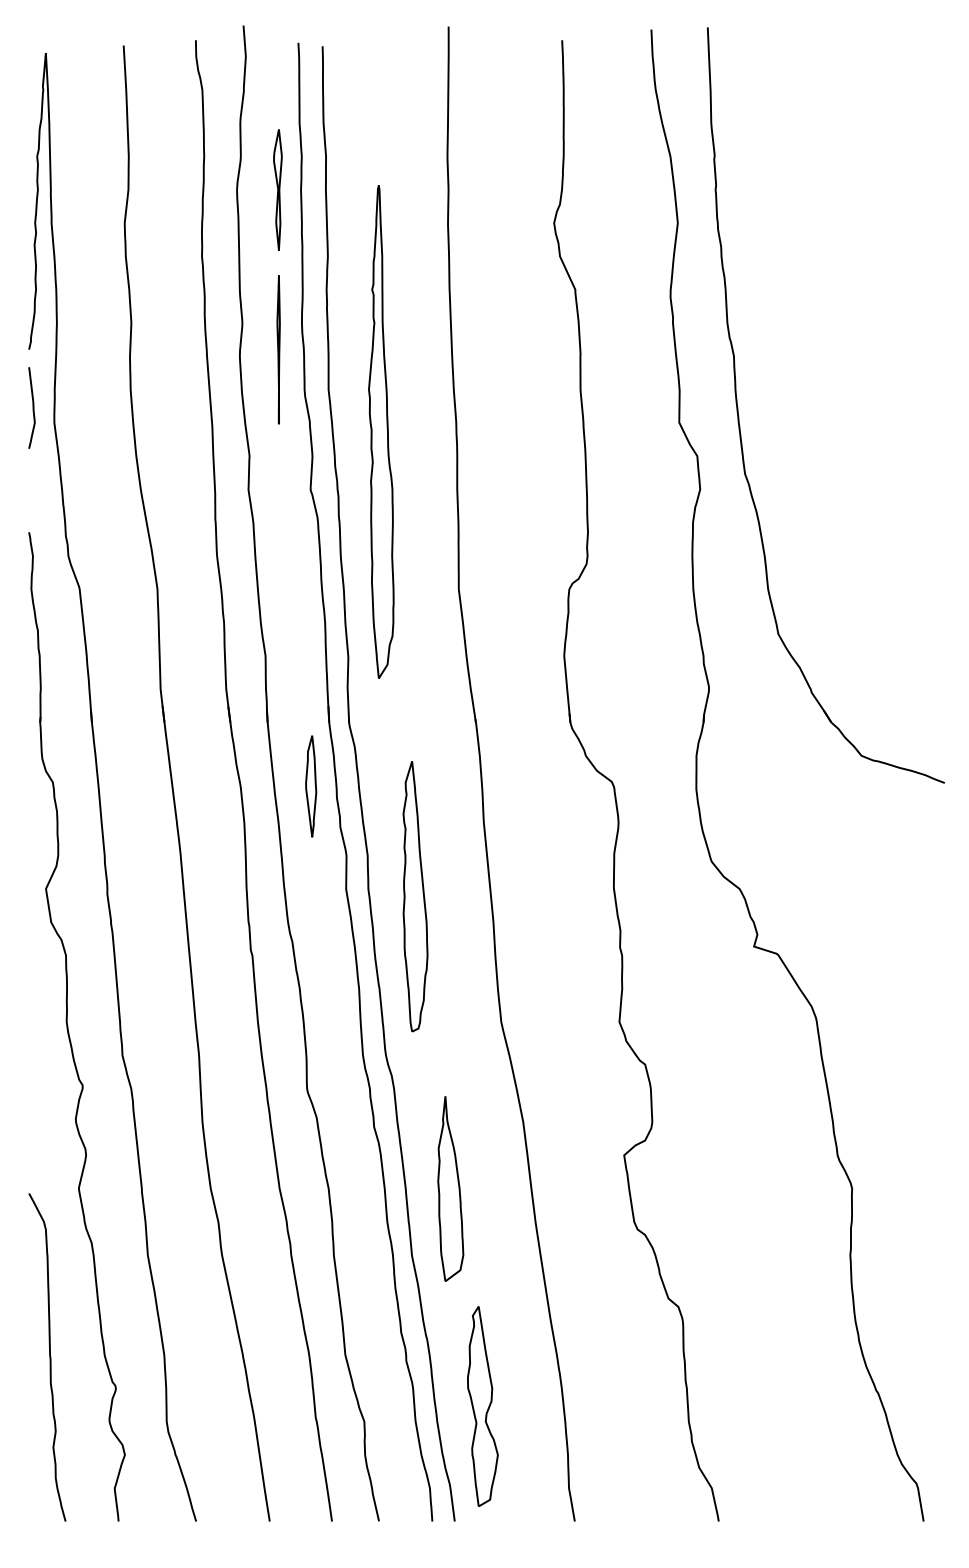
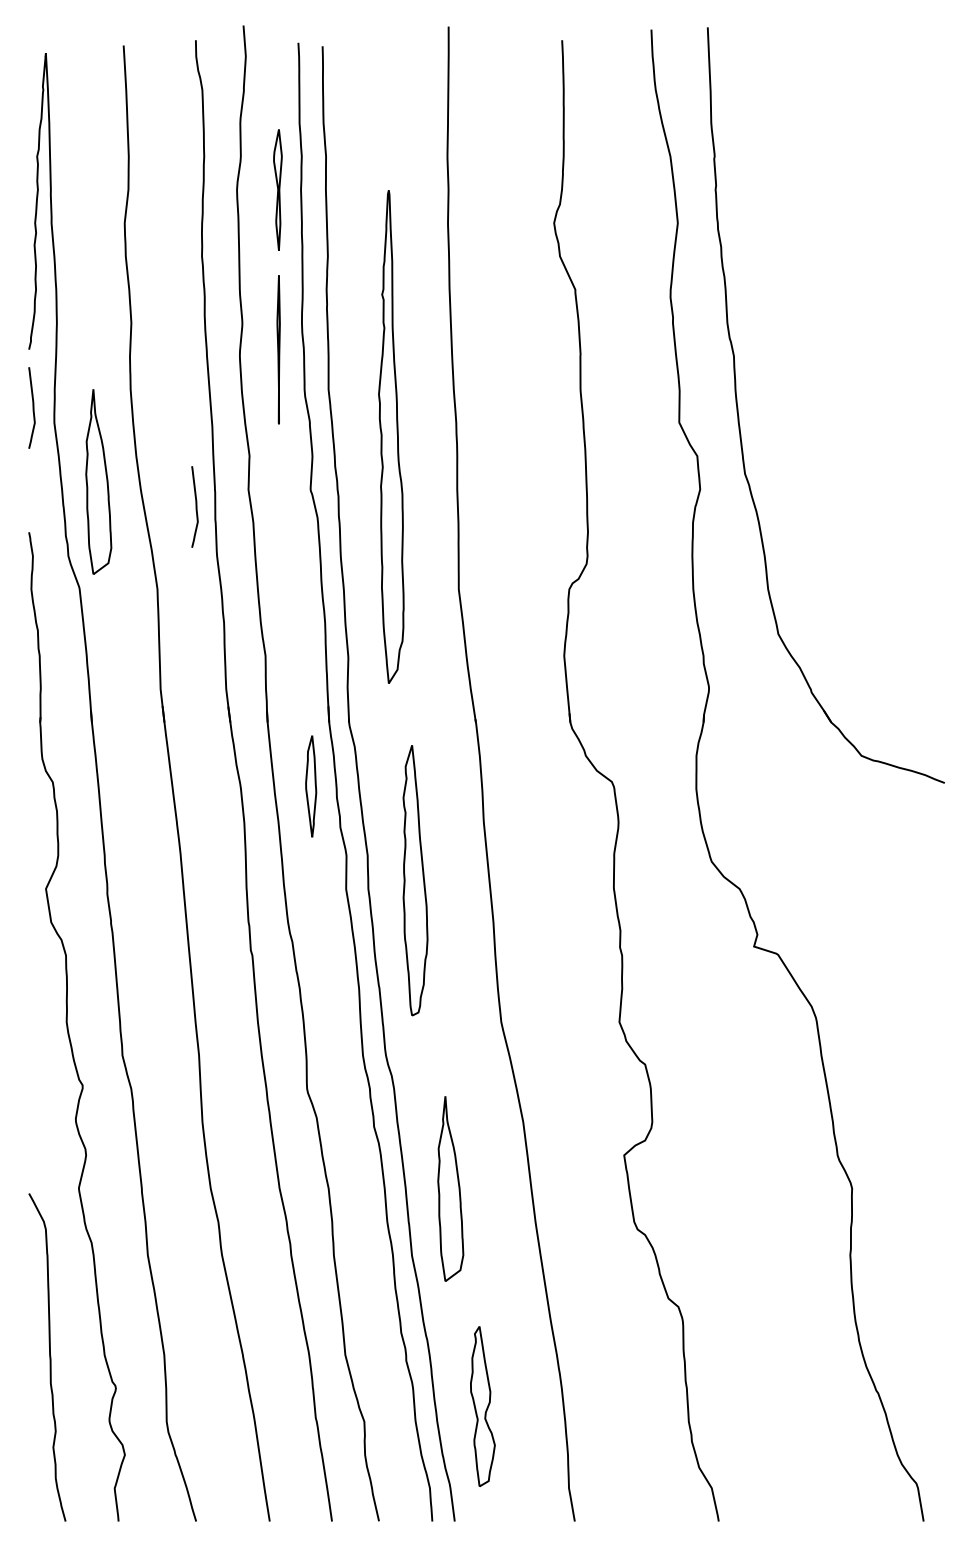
part at (381, 431) position: (381, 431) -> (391, 436)
part at (98, 481): none -> present
curve at (195, 506): none -> present
part at (415, 896) position: (415, 896) -> (415, 880)
part at (482, 1406) size: 32x201 px -> 26x161 px
